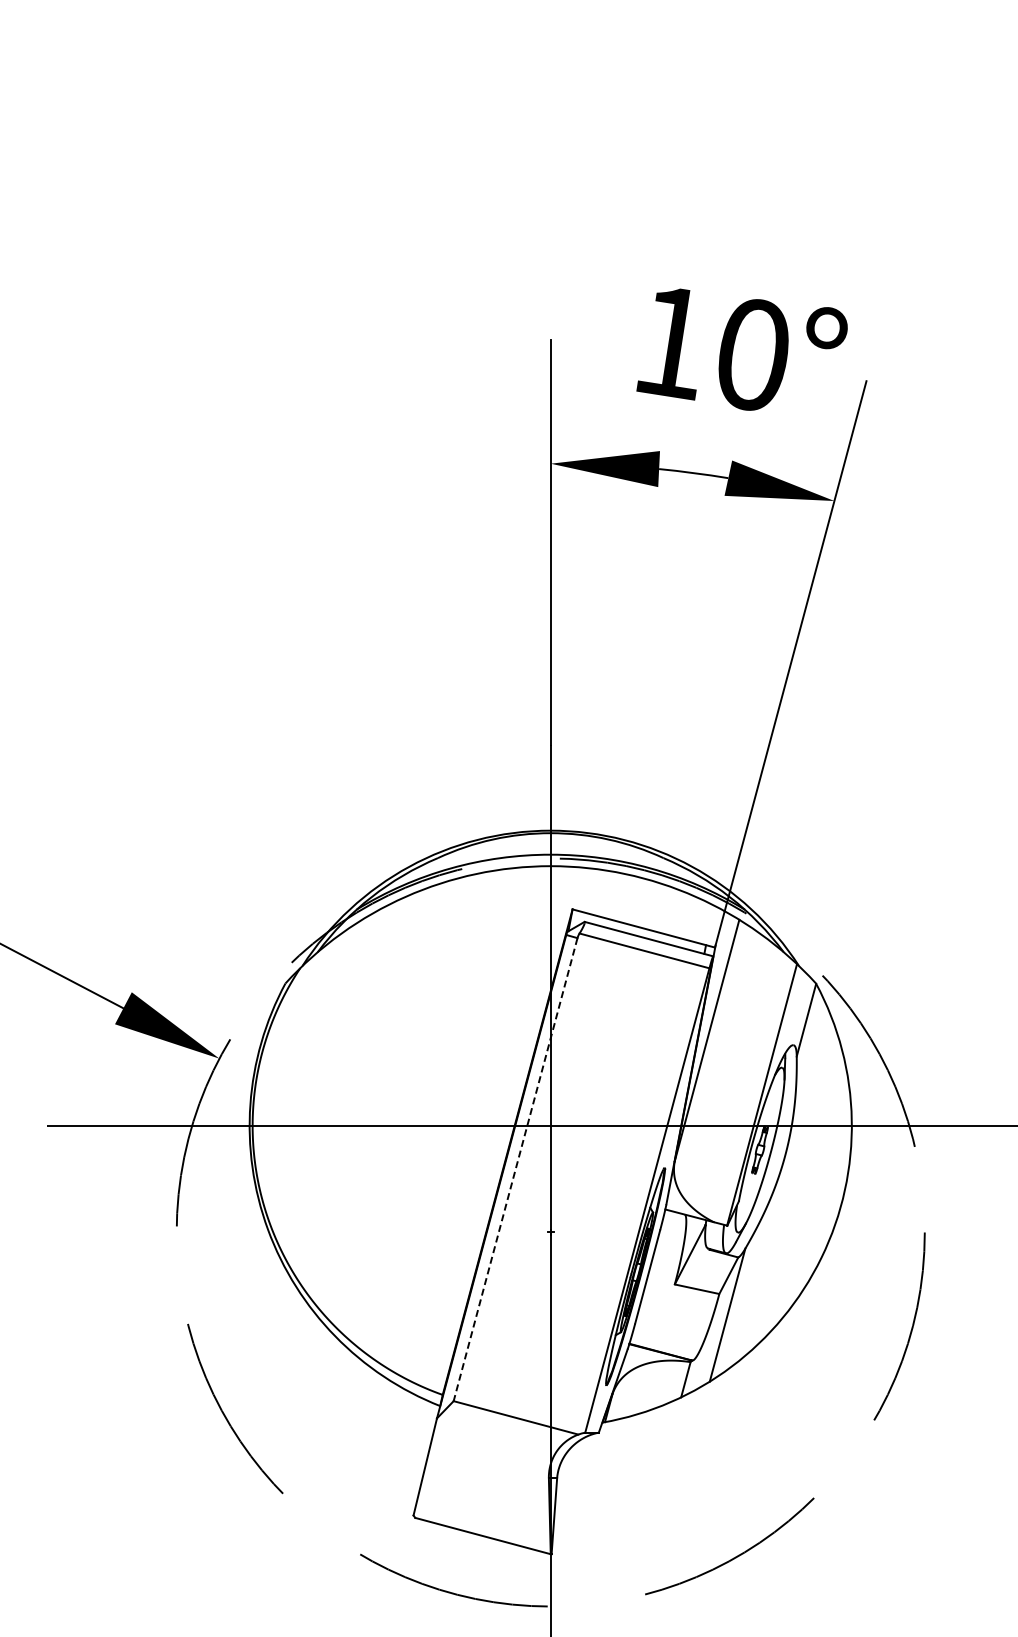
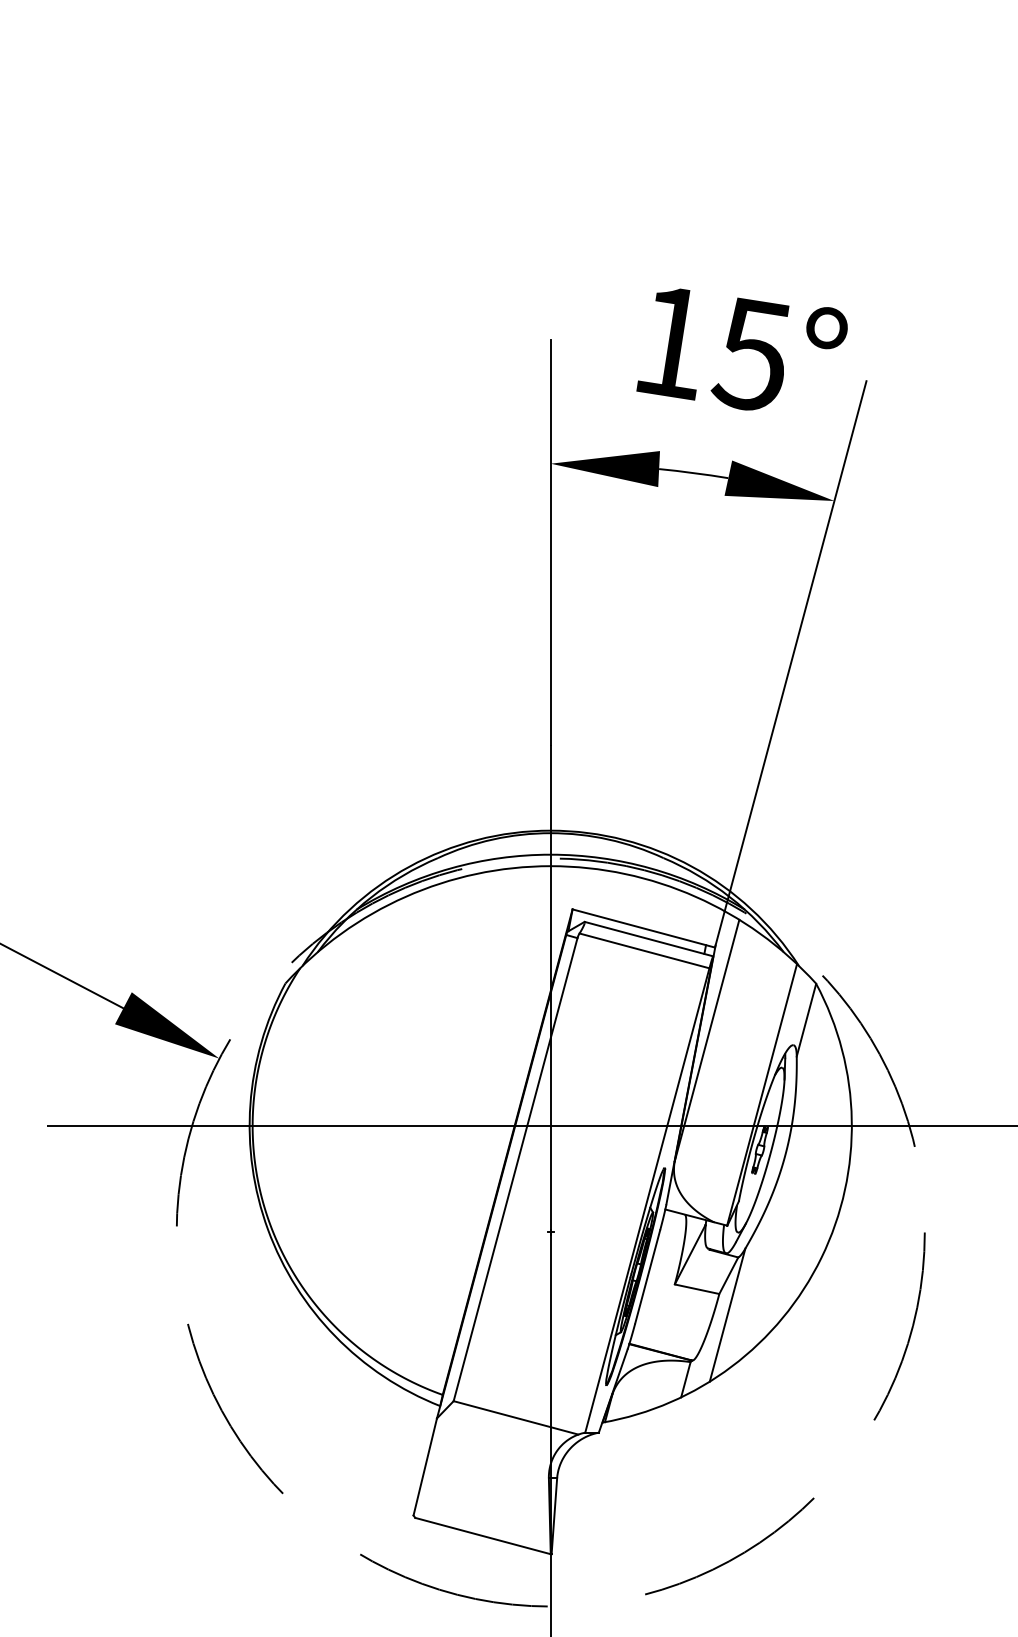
text at (749, 353): 10° -> 15°
line at (515, 1169): dashed -> solid
